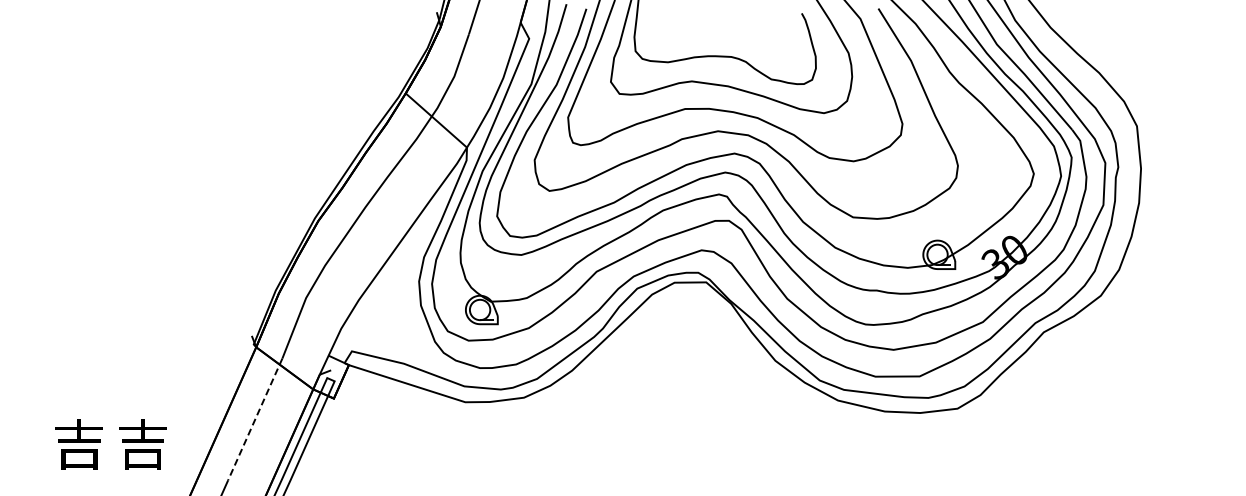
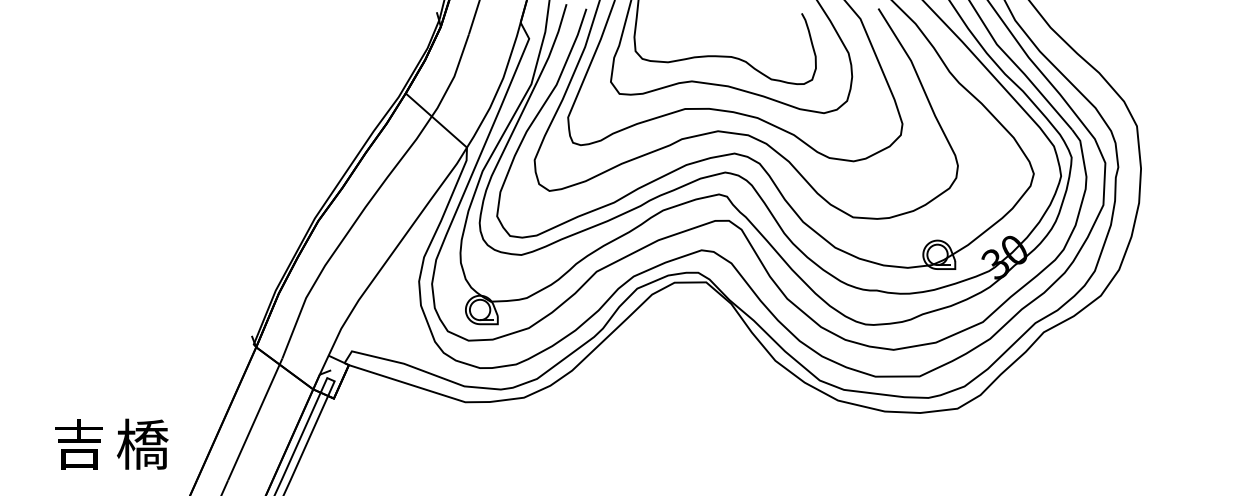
line at (255, 419): dashed -> solid
text at (142, 443): 吉 -> 橋
